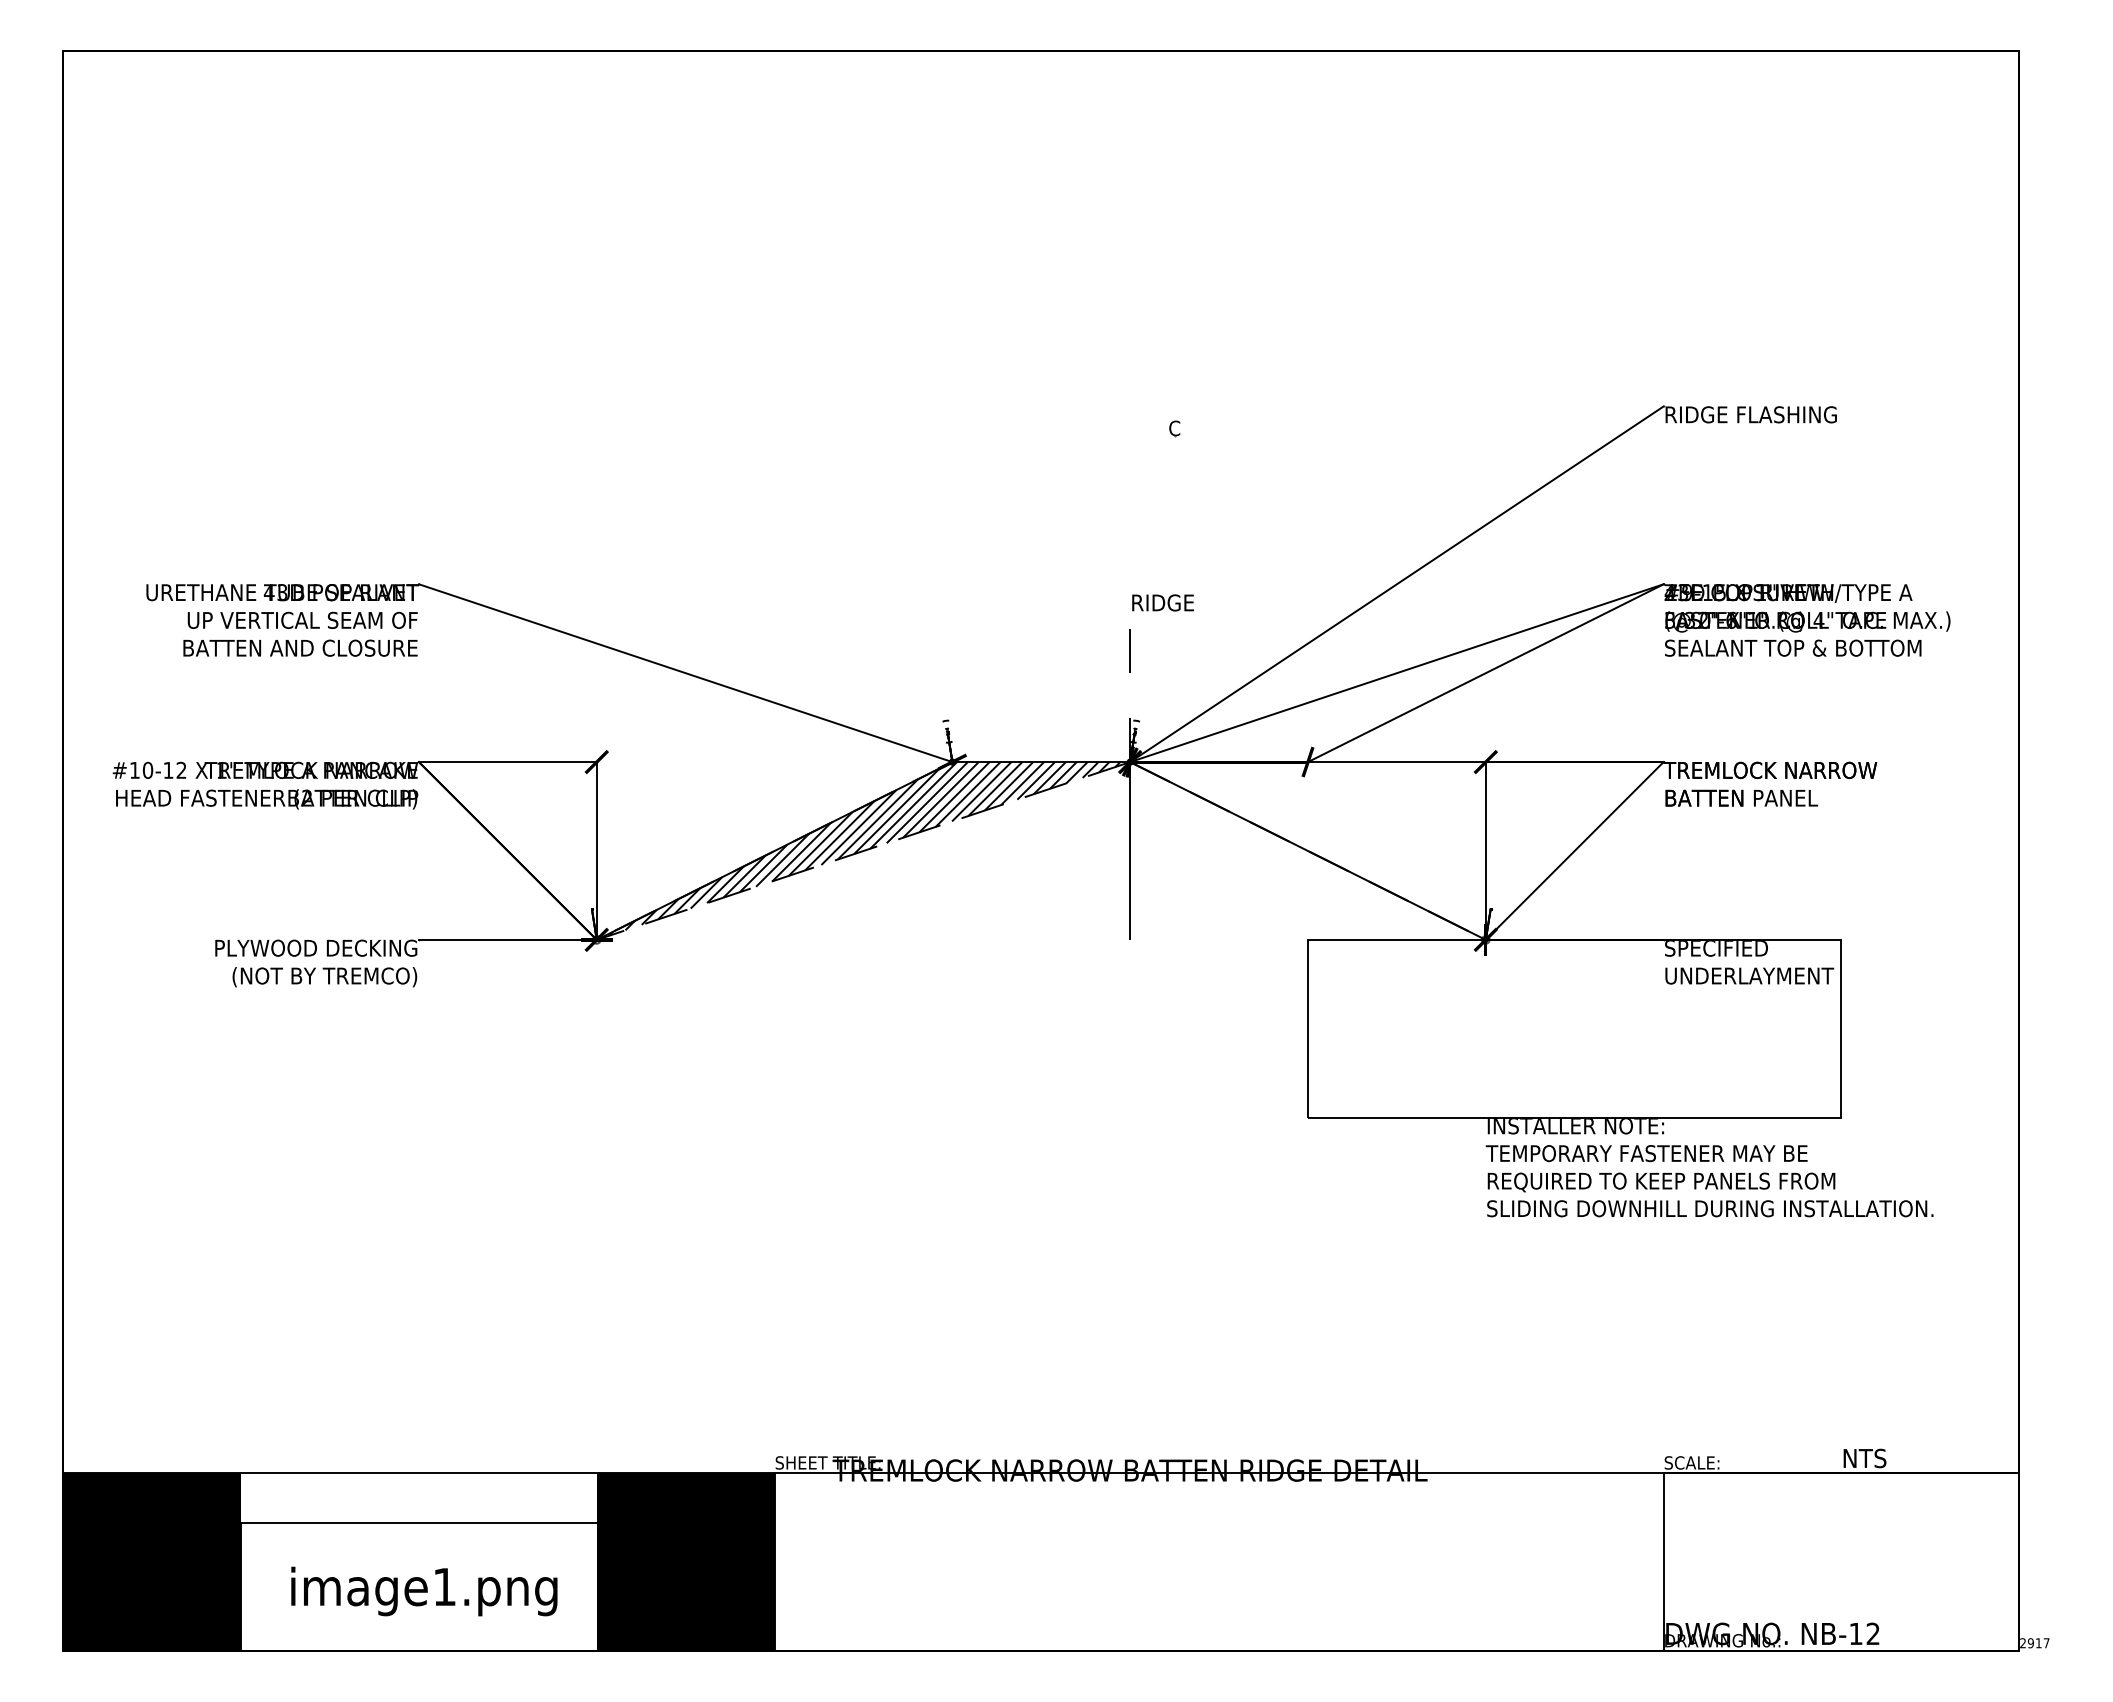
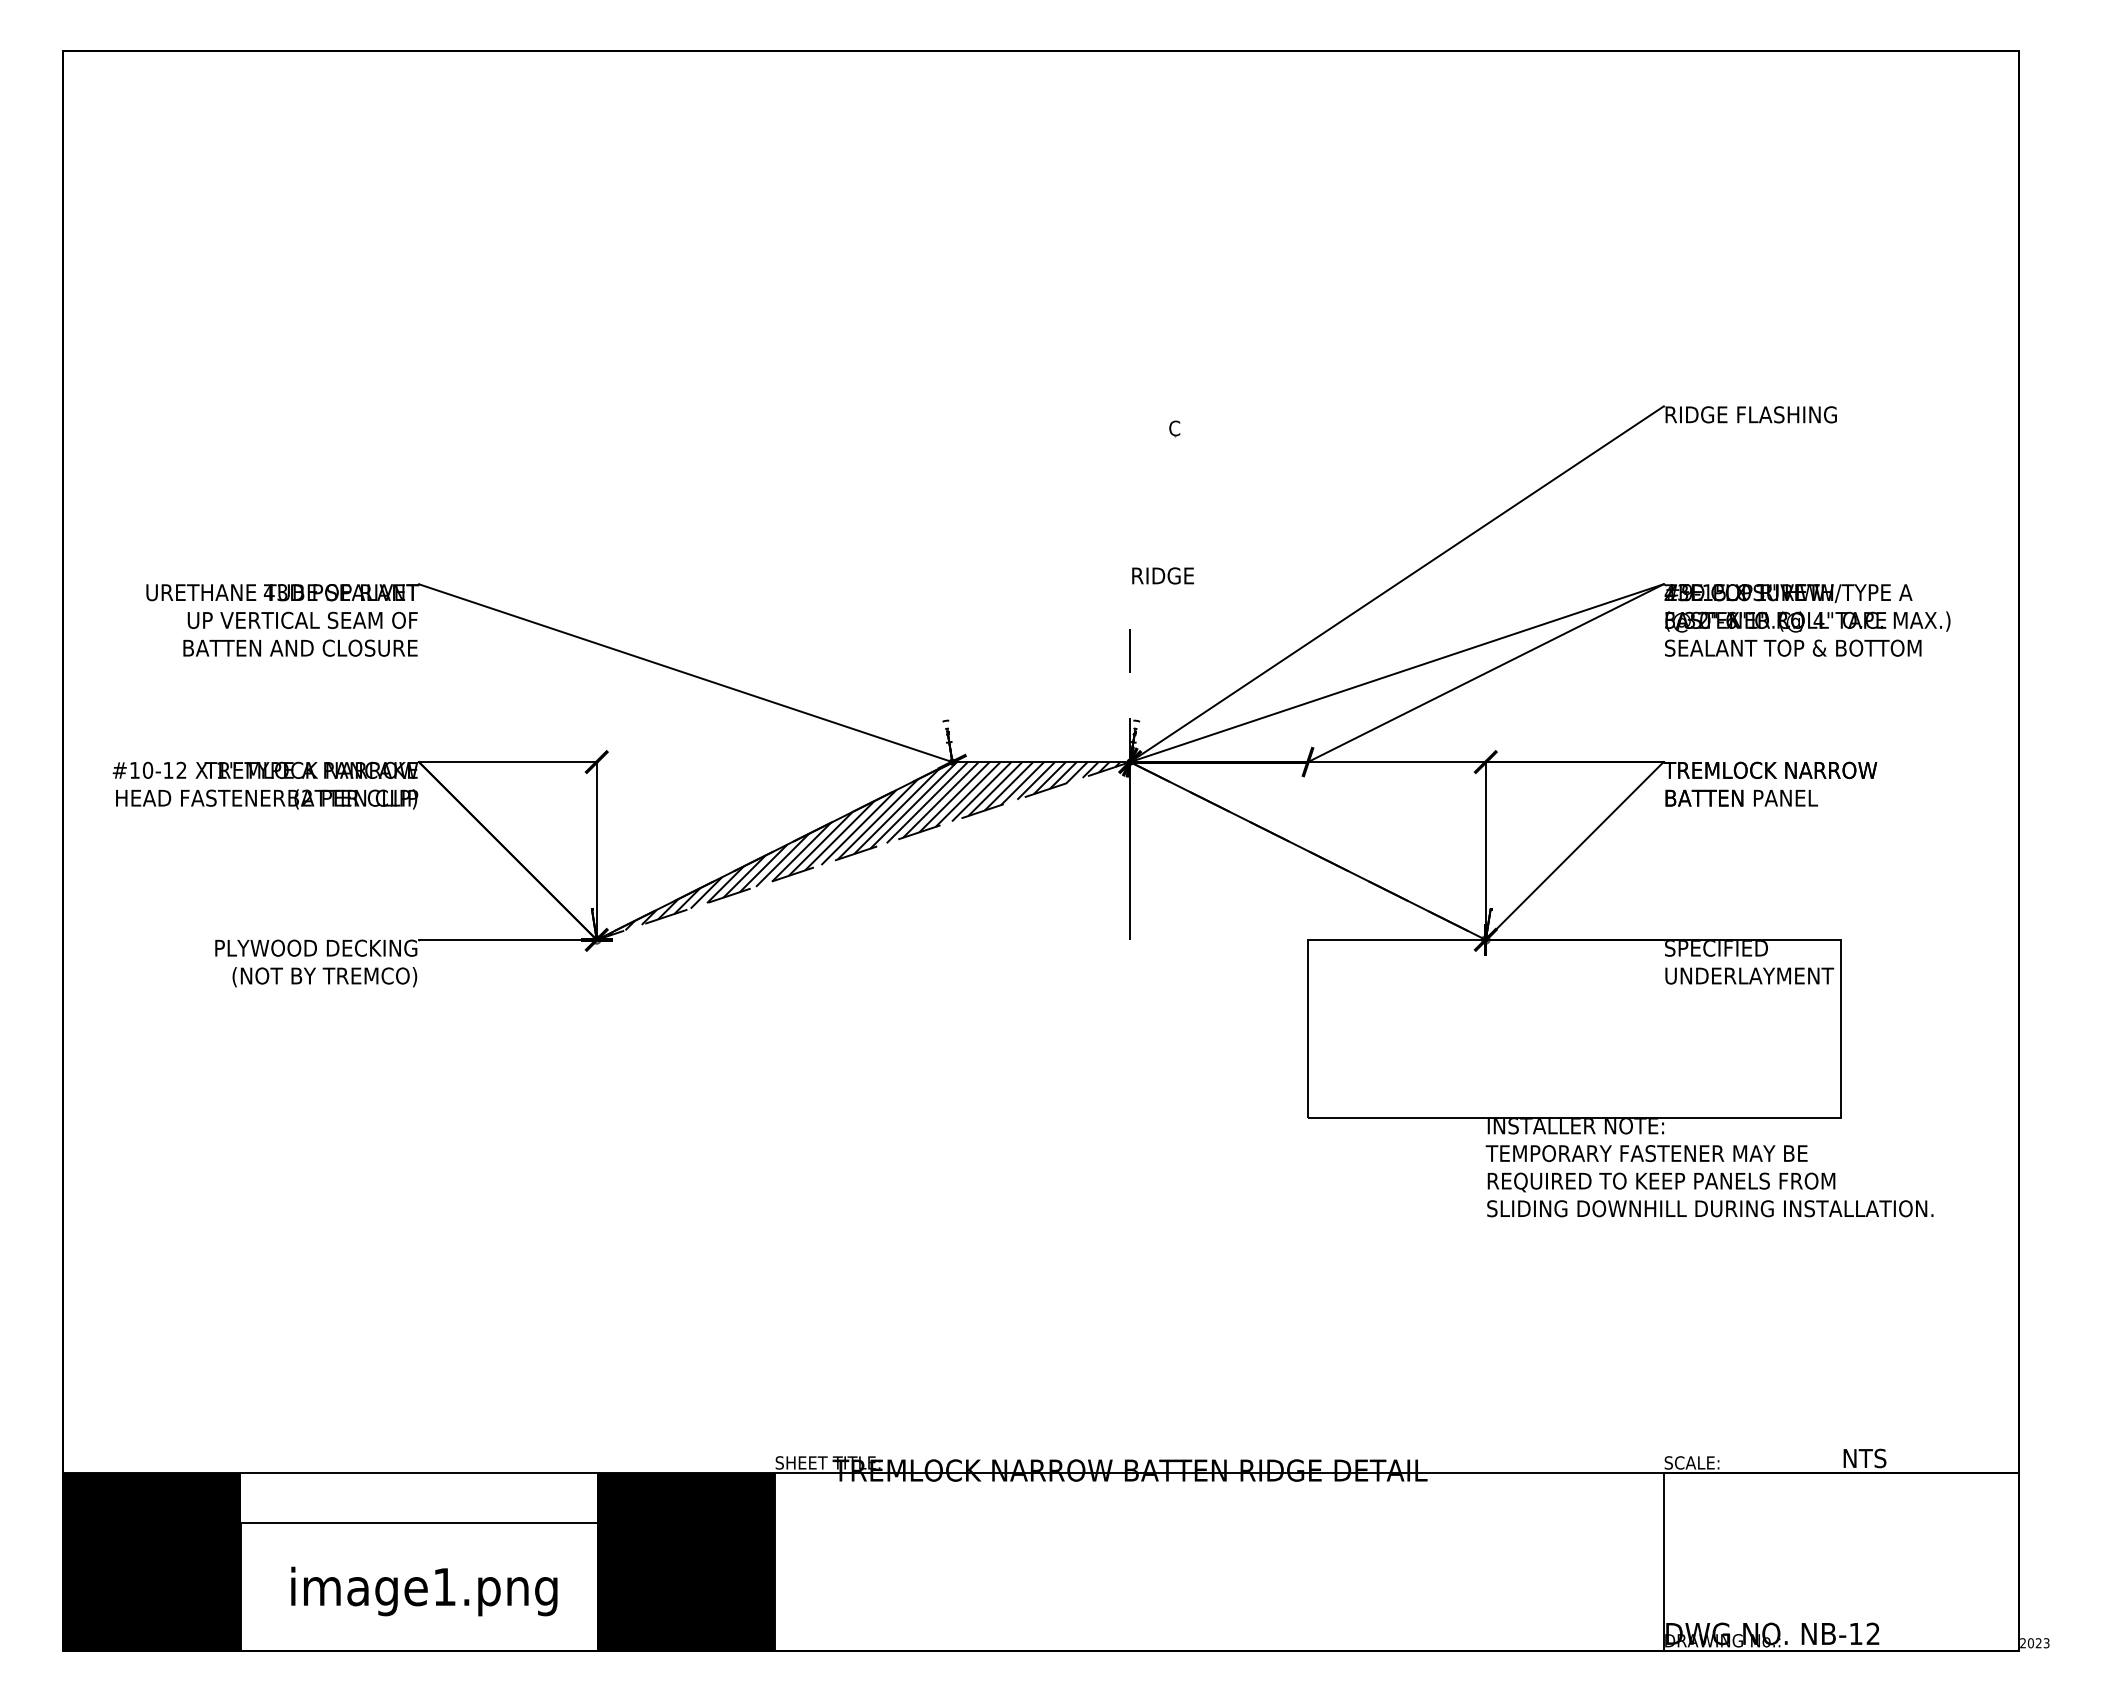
text at (1162, 602) position: (1162, 602) -> (1162, 575)
text at (2038, 1643): 2917 -> 2023
